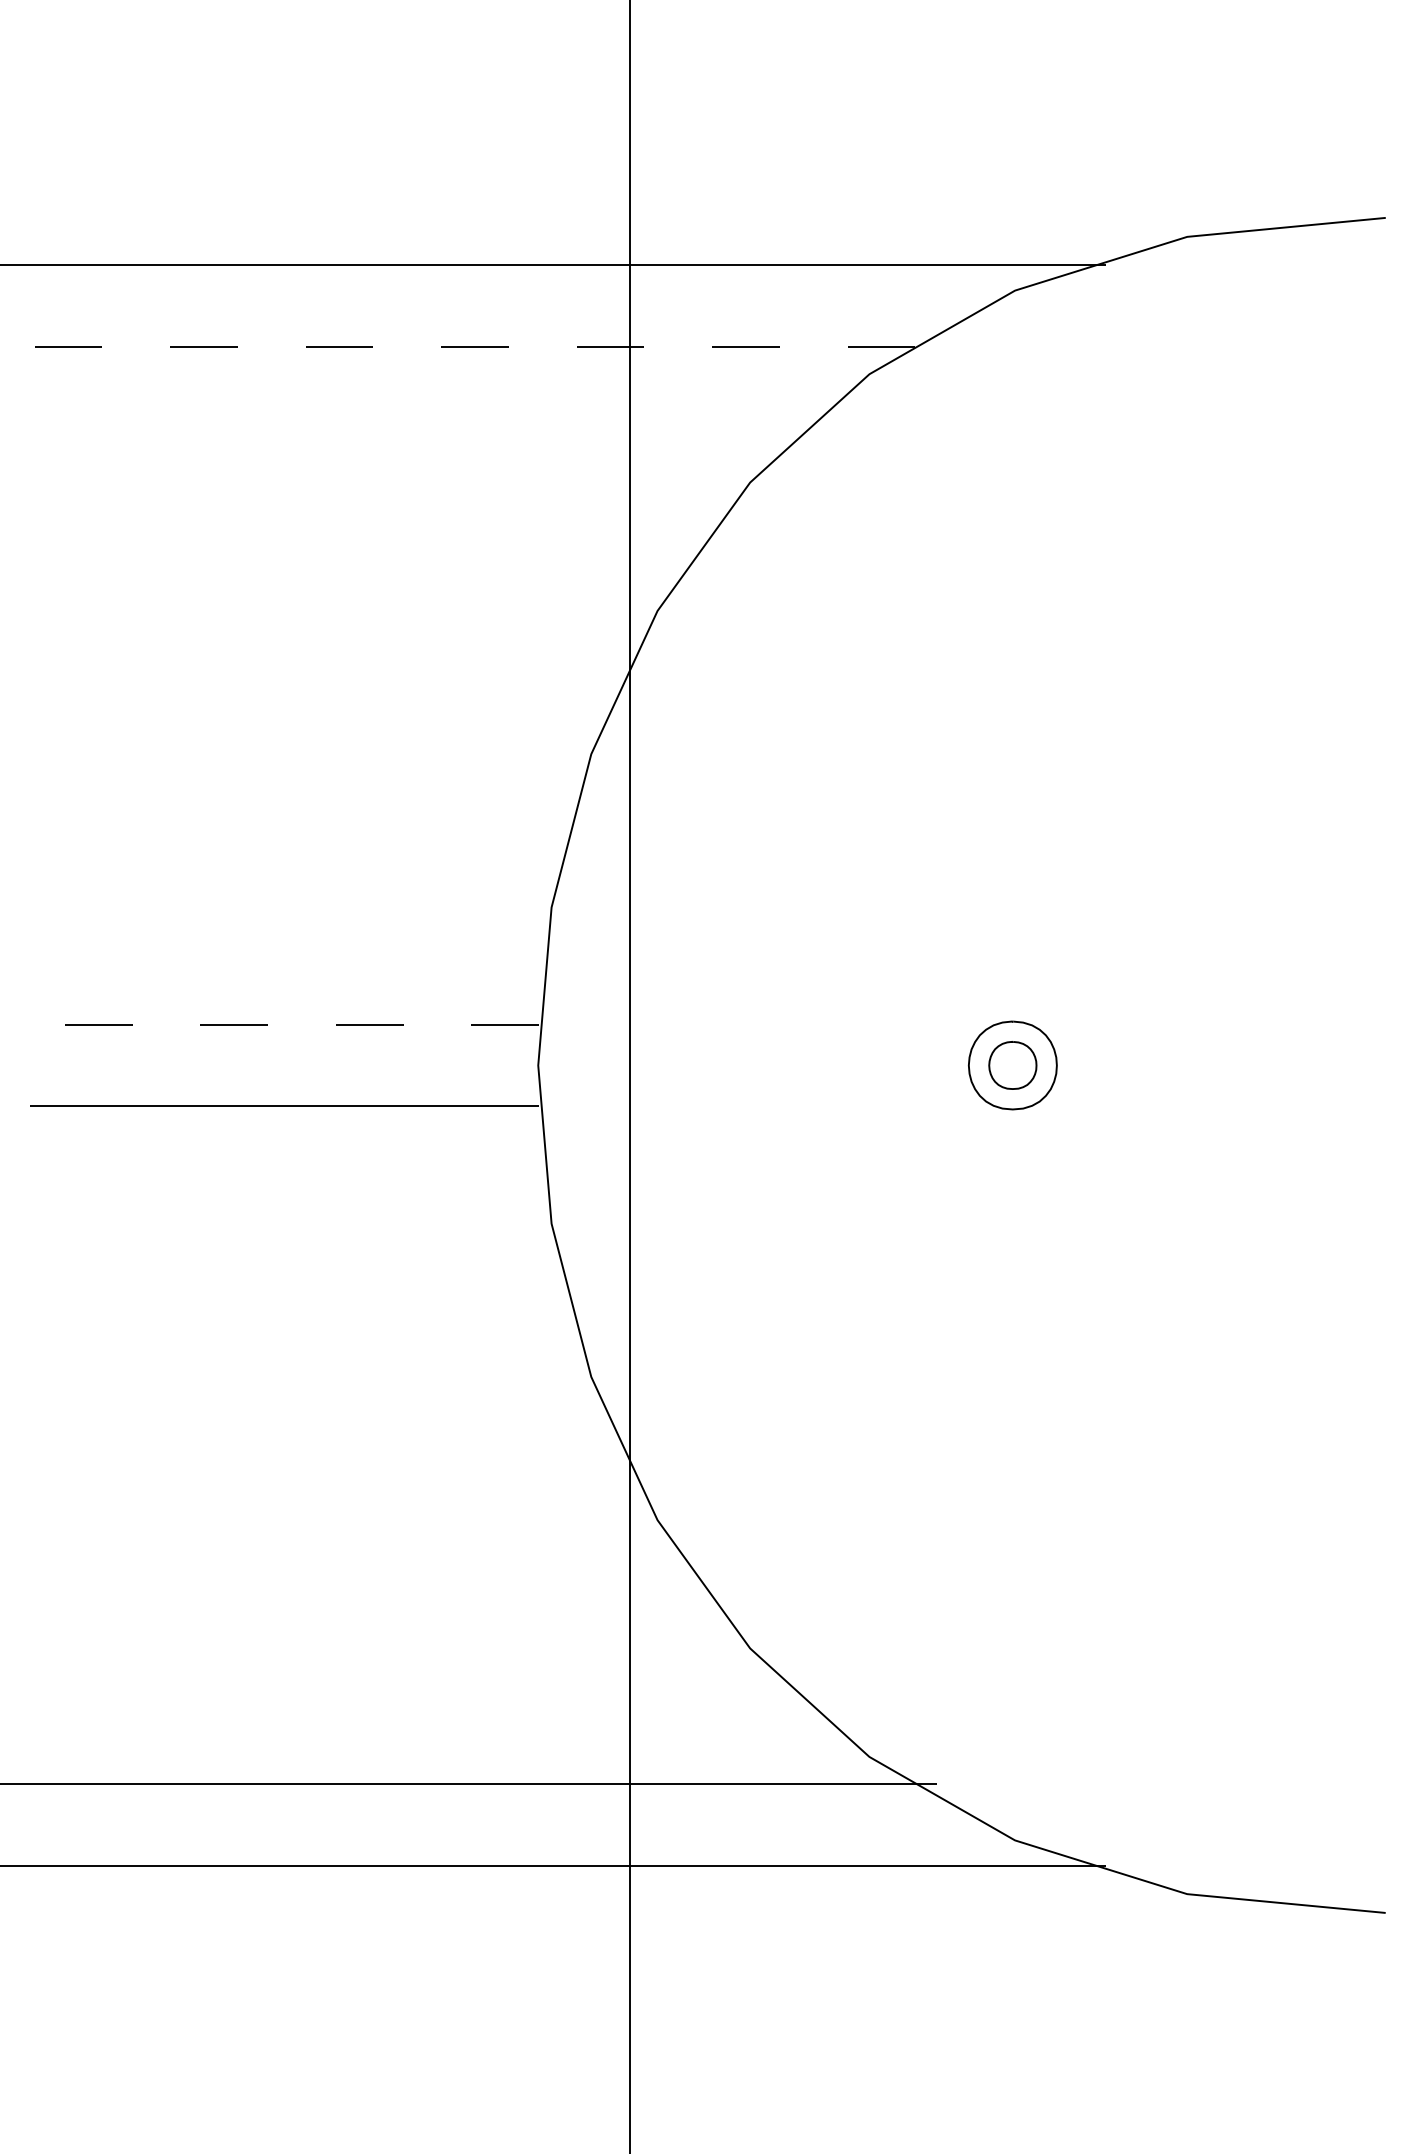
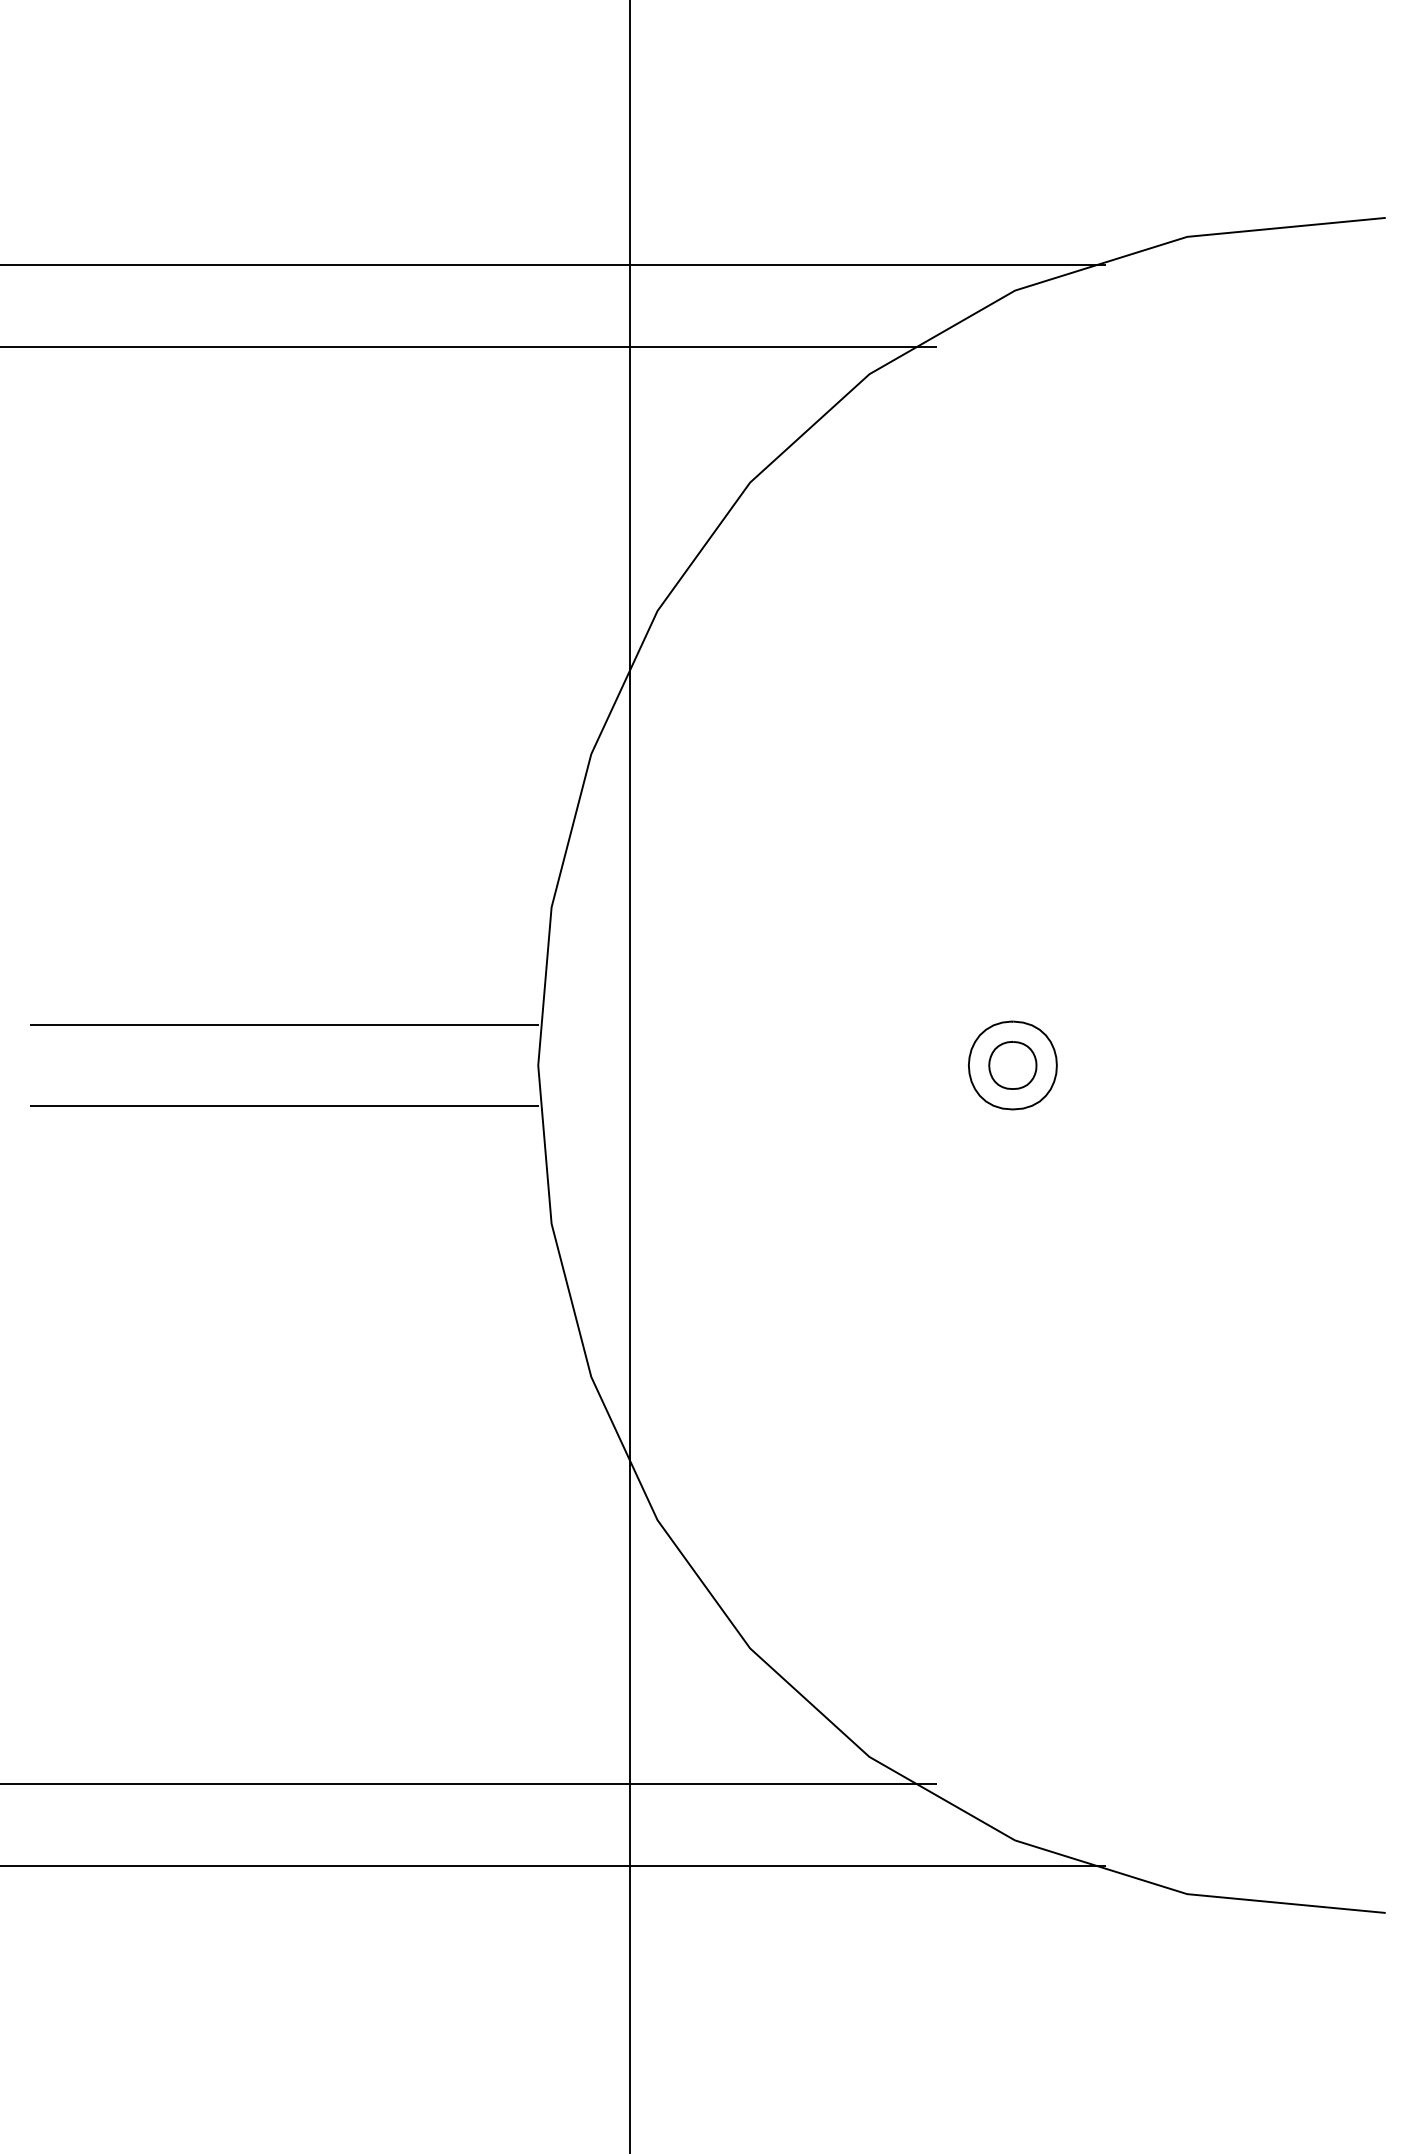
line at (468, 346): dashed -> solid
line at (284, 1024): dashed -> solid
